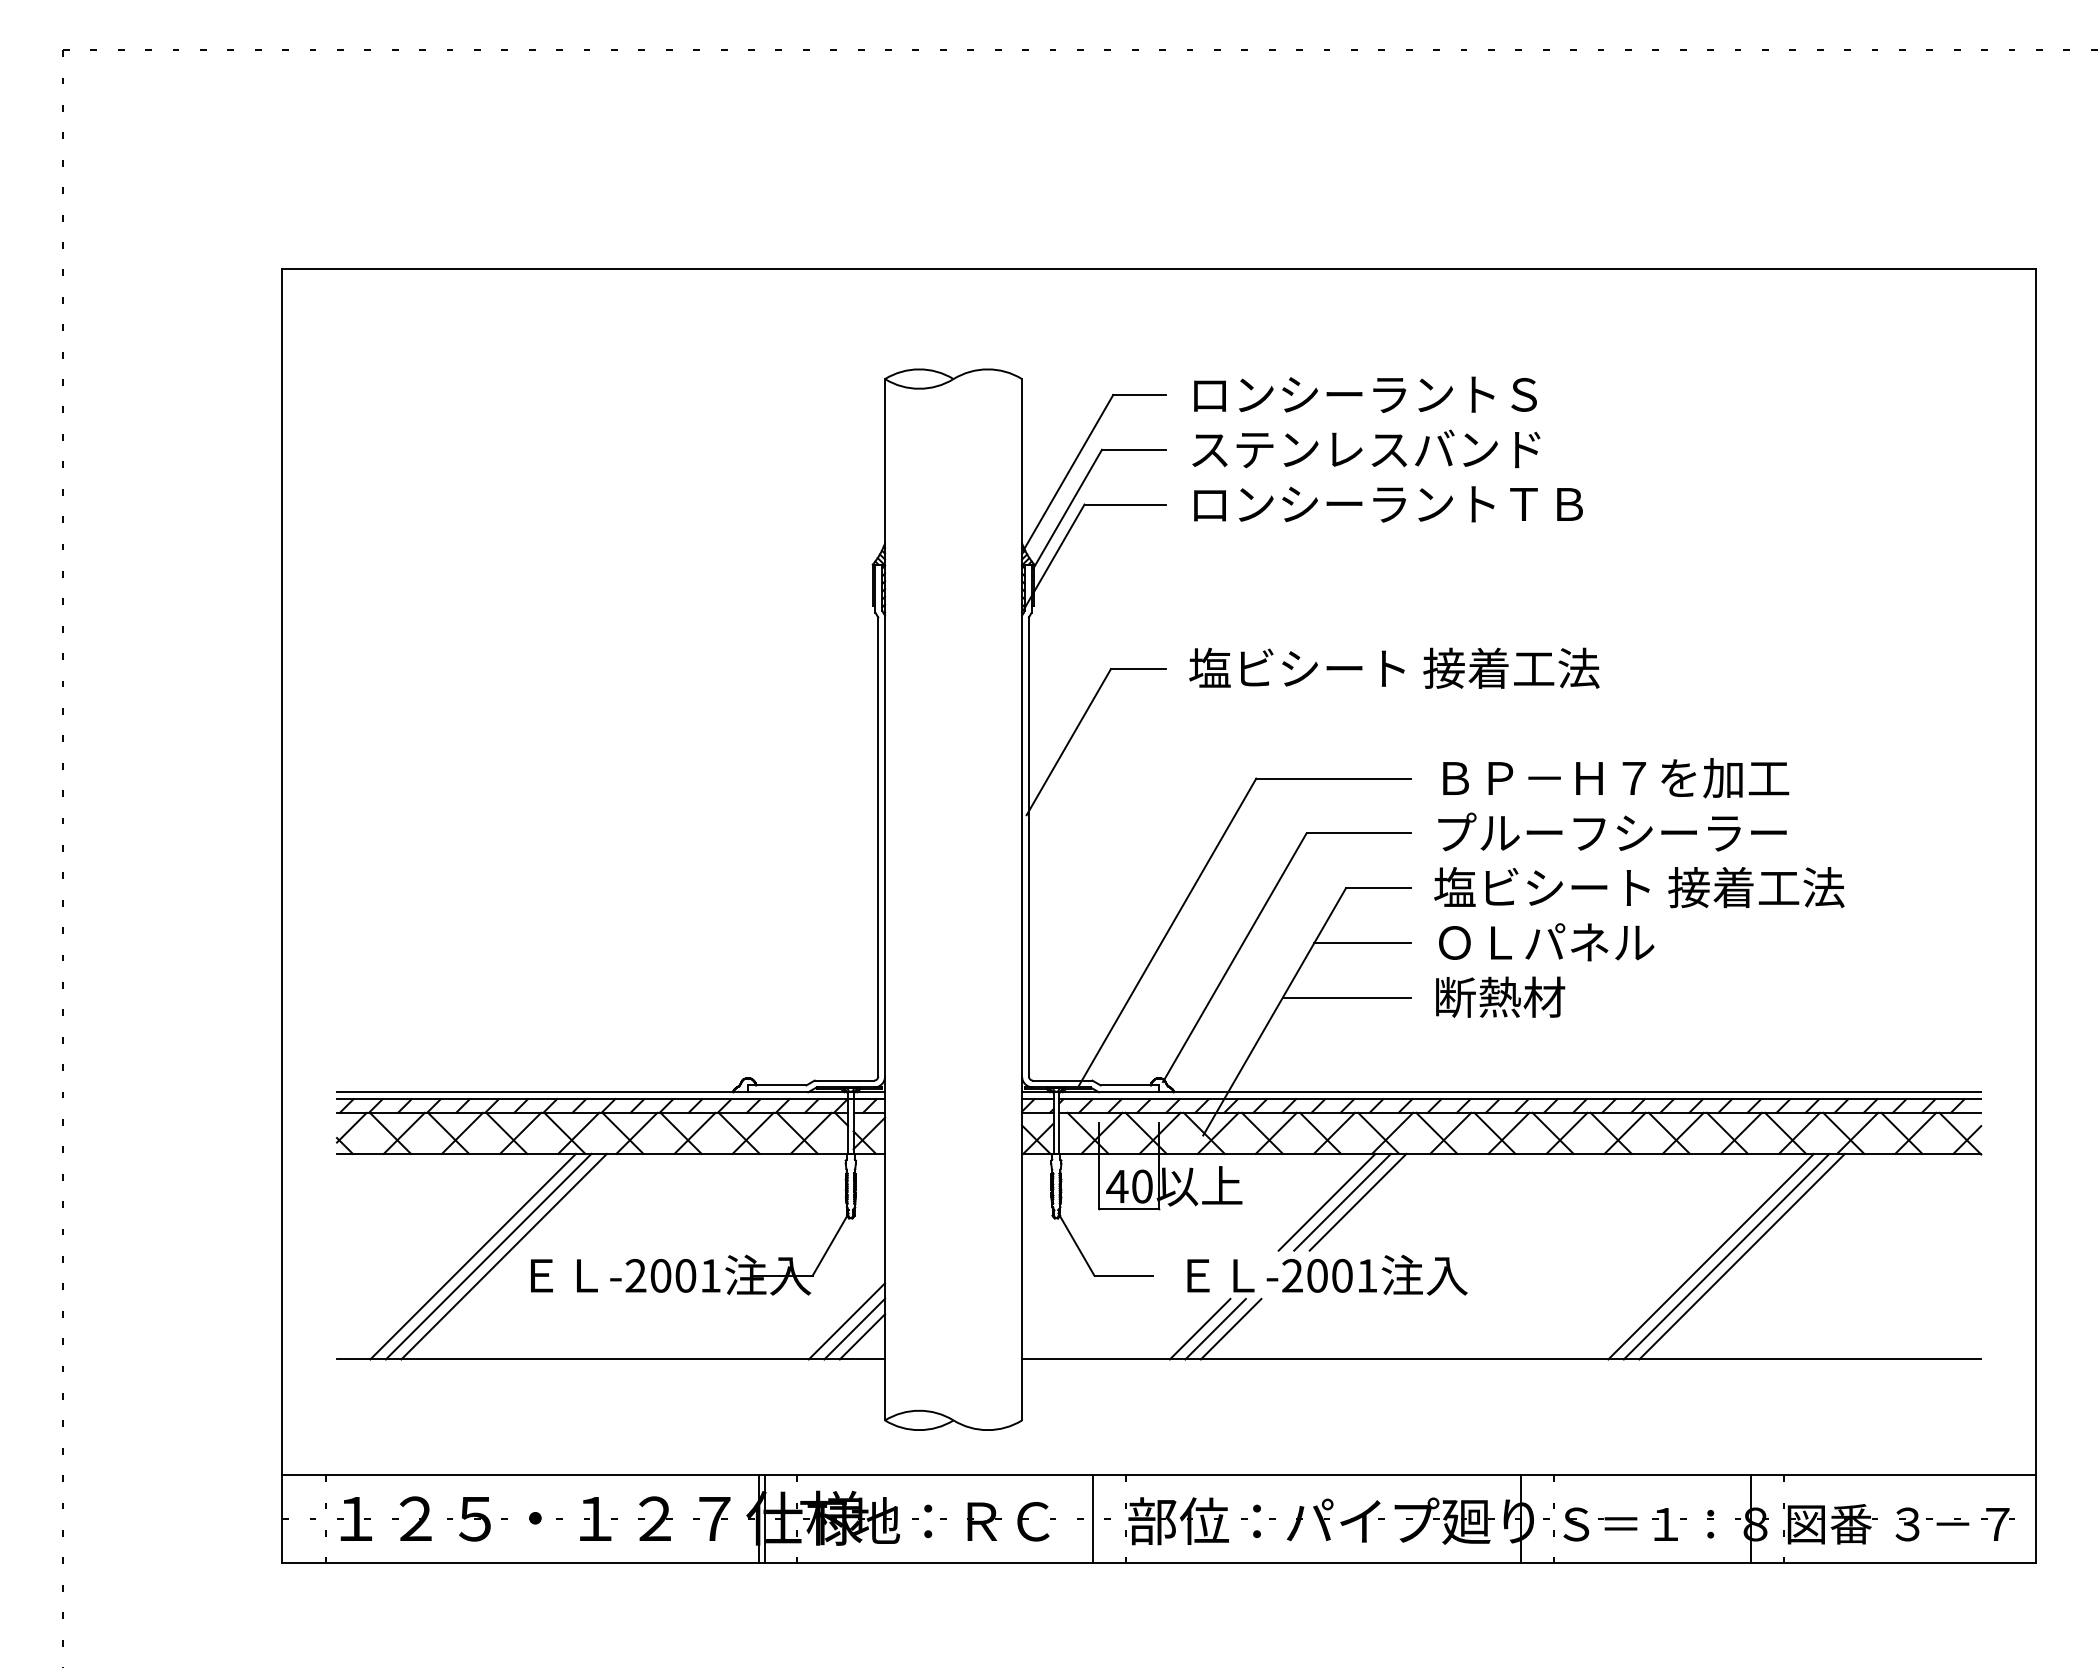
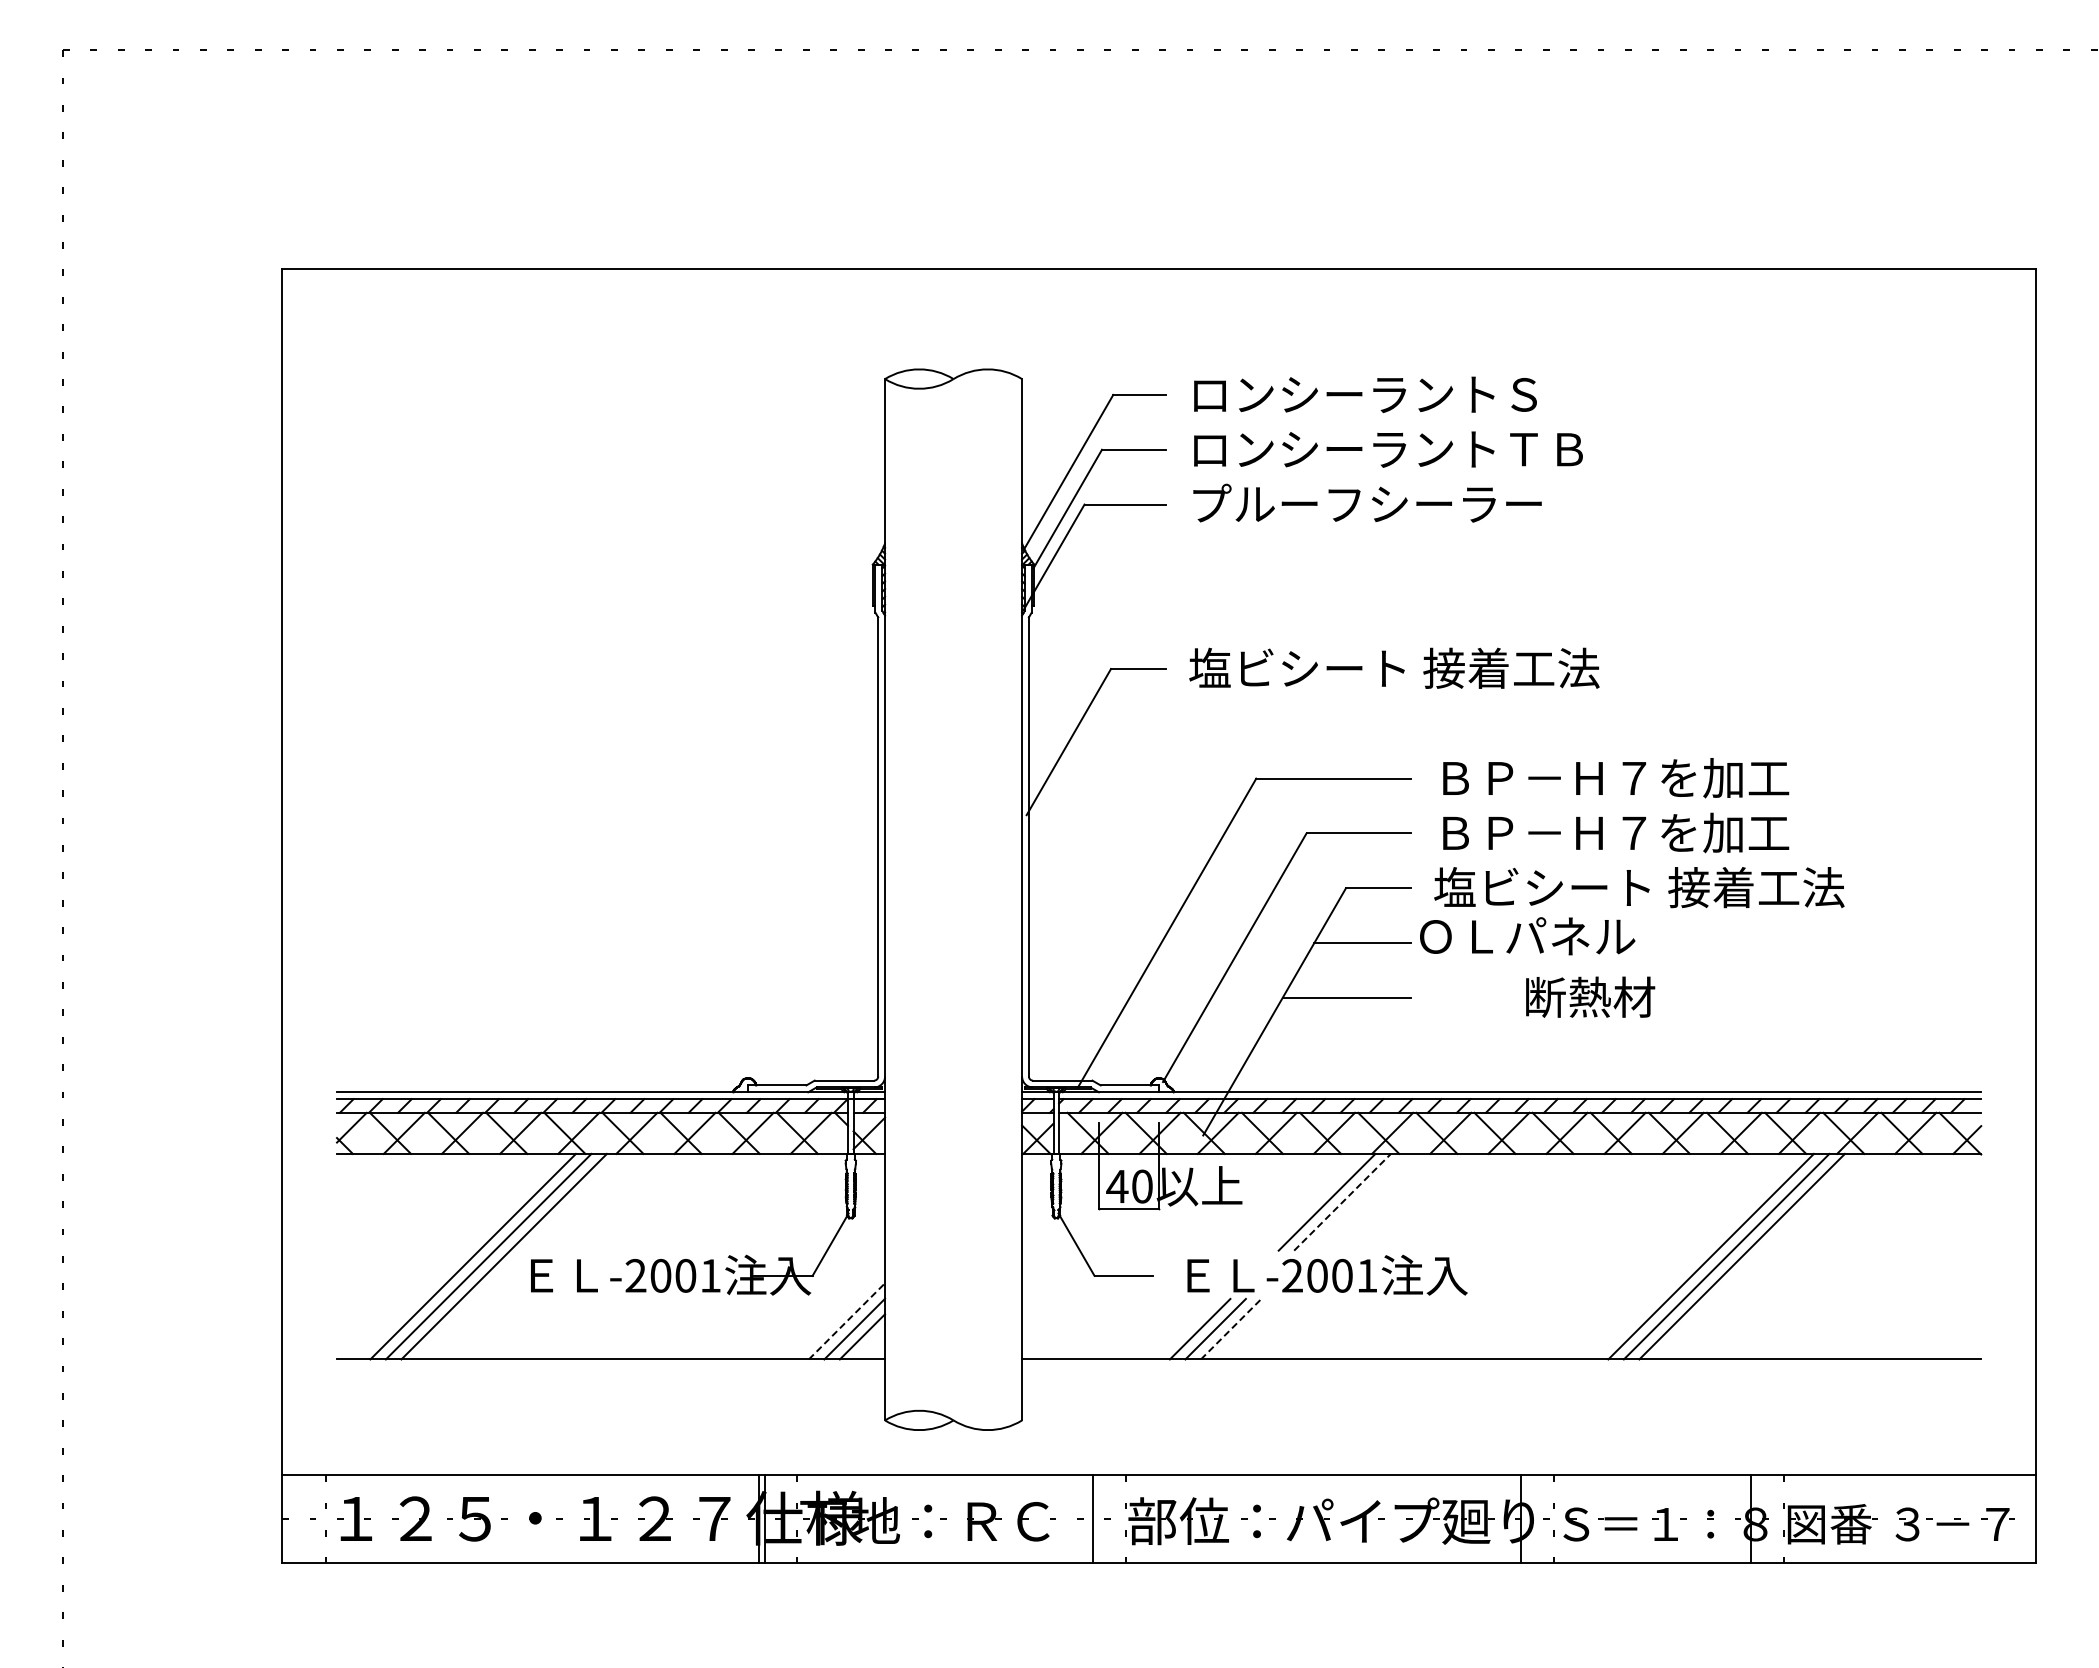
text at (1387, 448): ステンレスバンド -> ロンシーラントＴＢ
text at (1387, 502): ロンシーラントＴＢ -> プルーフシーラー
text at (1613, 832): プルーフシーラー -> ＢＰ－Ｈ７を加工
text at (1546, 942) position: (1546, 942) -> (1527, 936)
text at (1500, 996) position: (1500, 996) -> (1590, 996)
line at (1342, 1201): solid -> dashed
line at (1357, 1201): present -> none
line at (846, 1321): solid -> dashed
line at (1231, 1329): solid -> dashed
